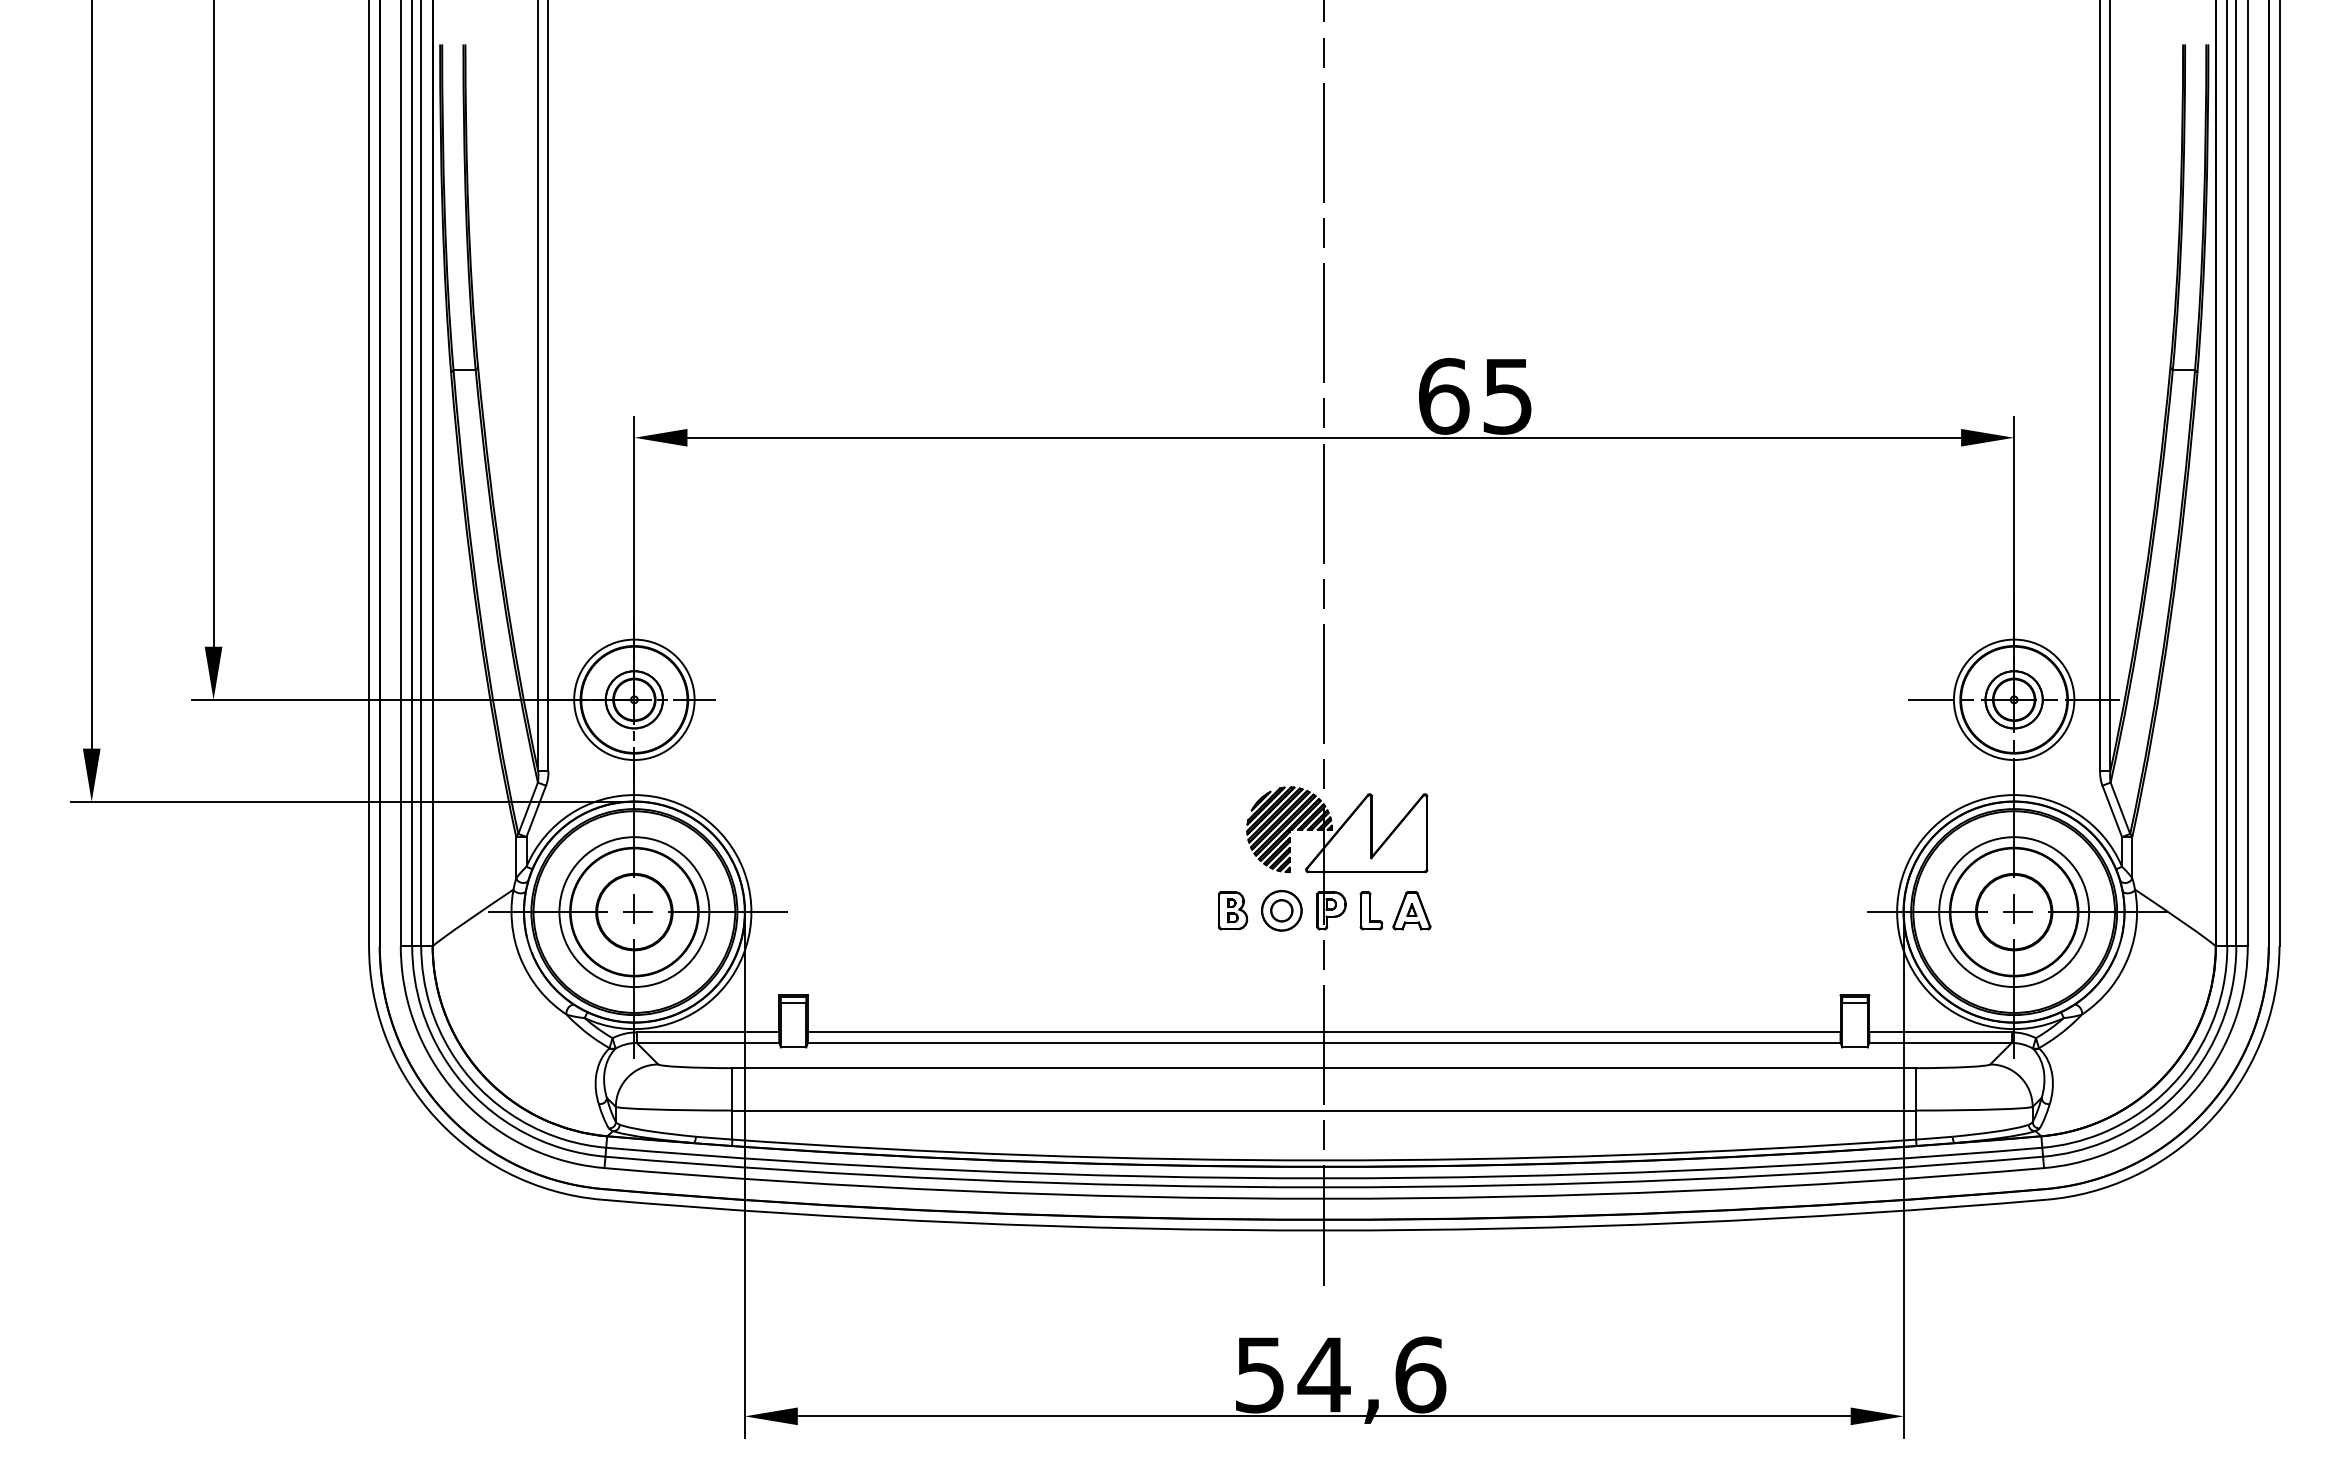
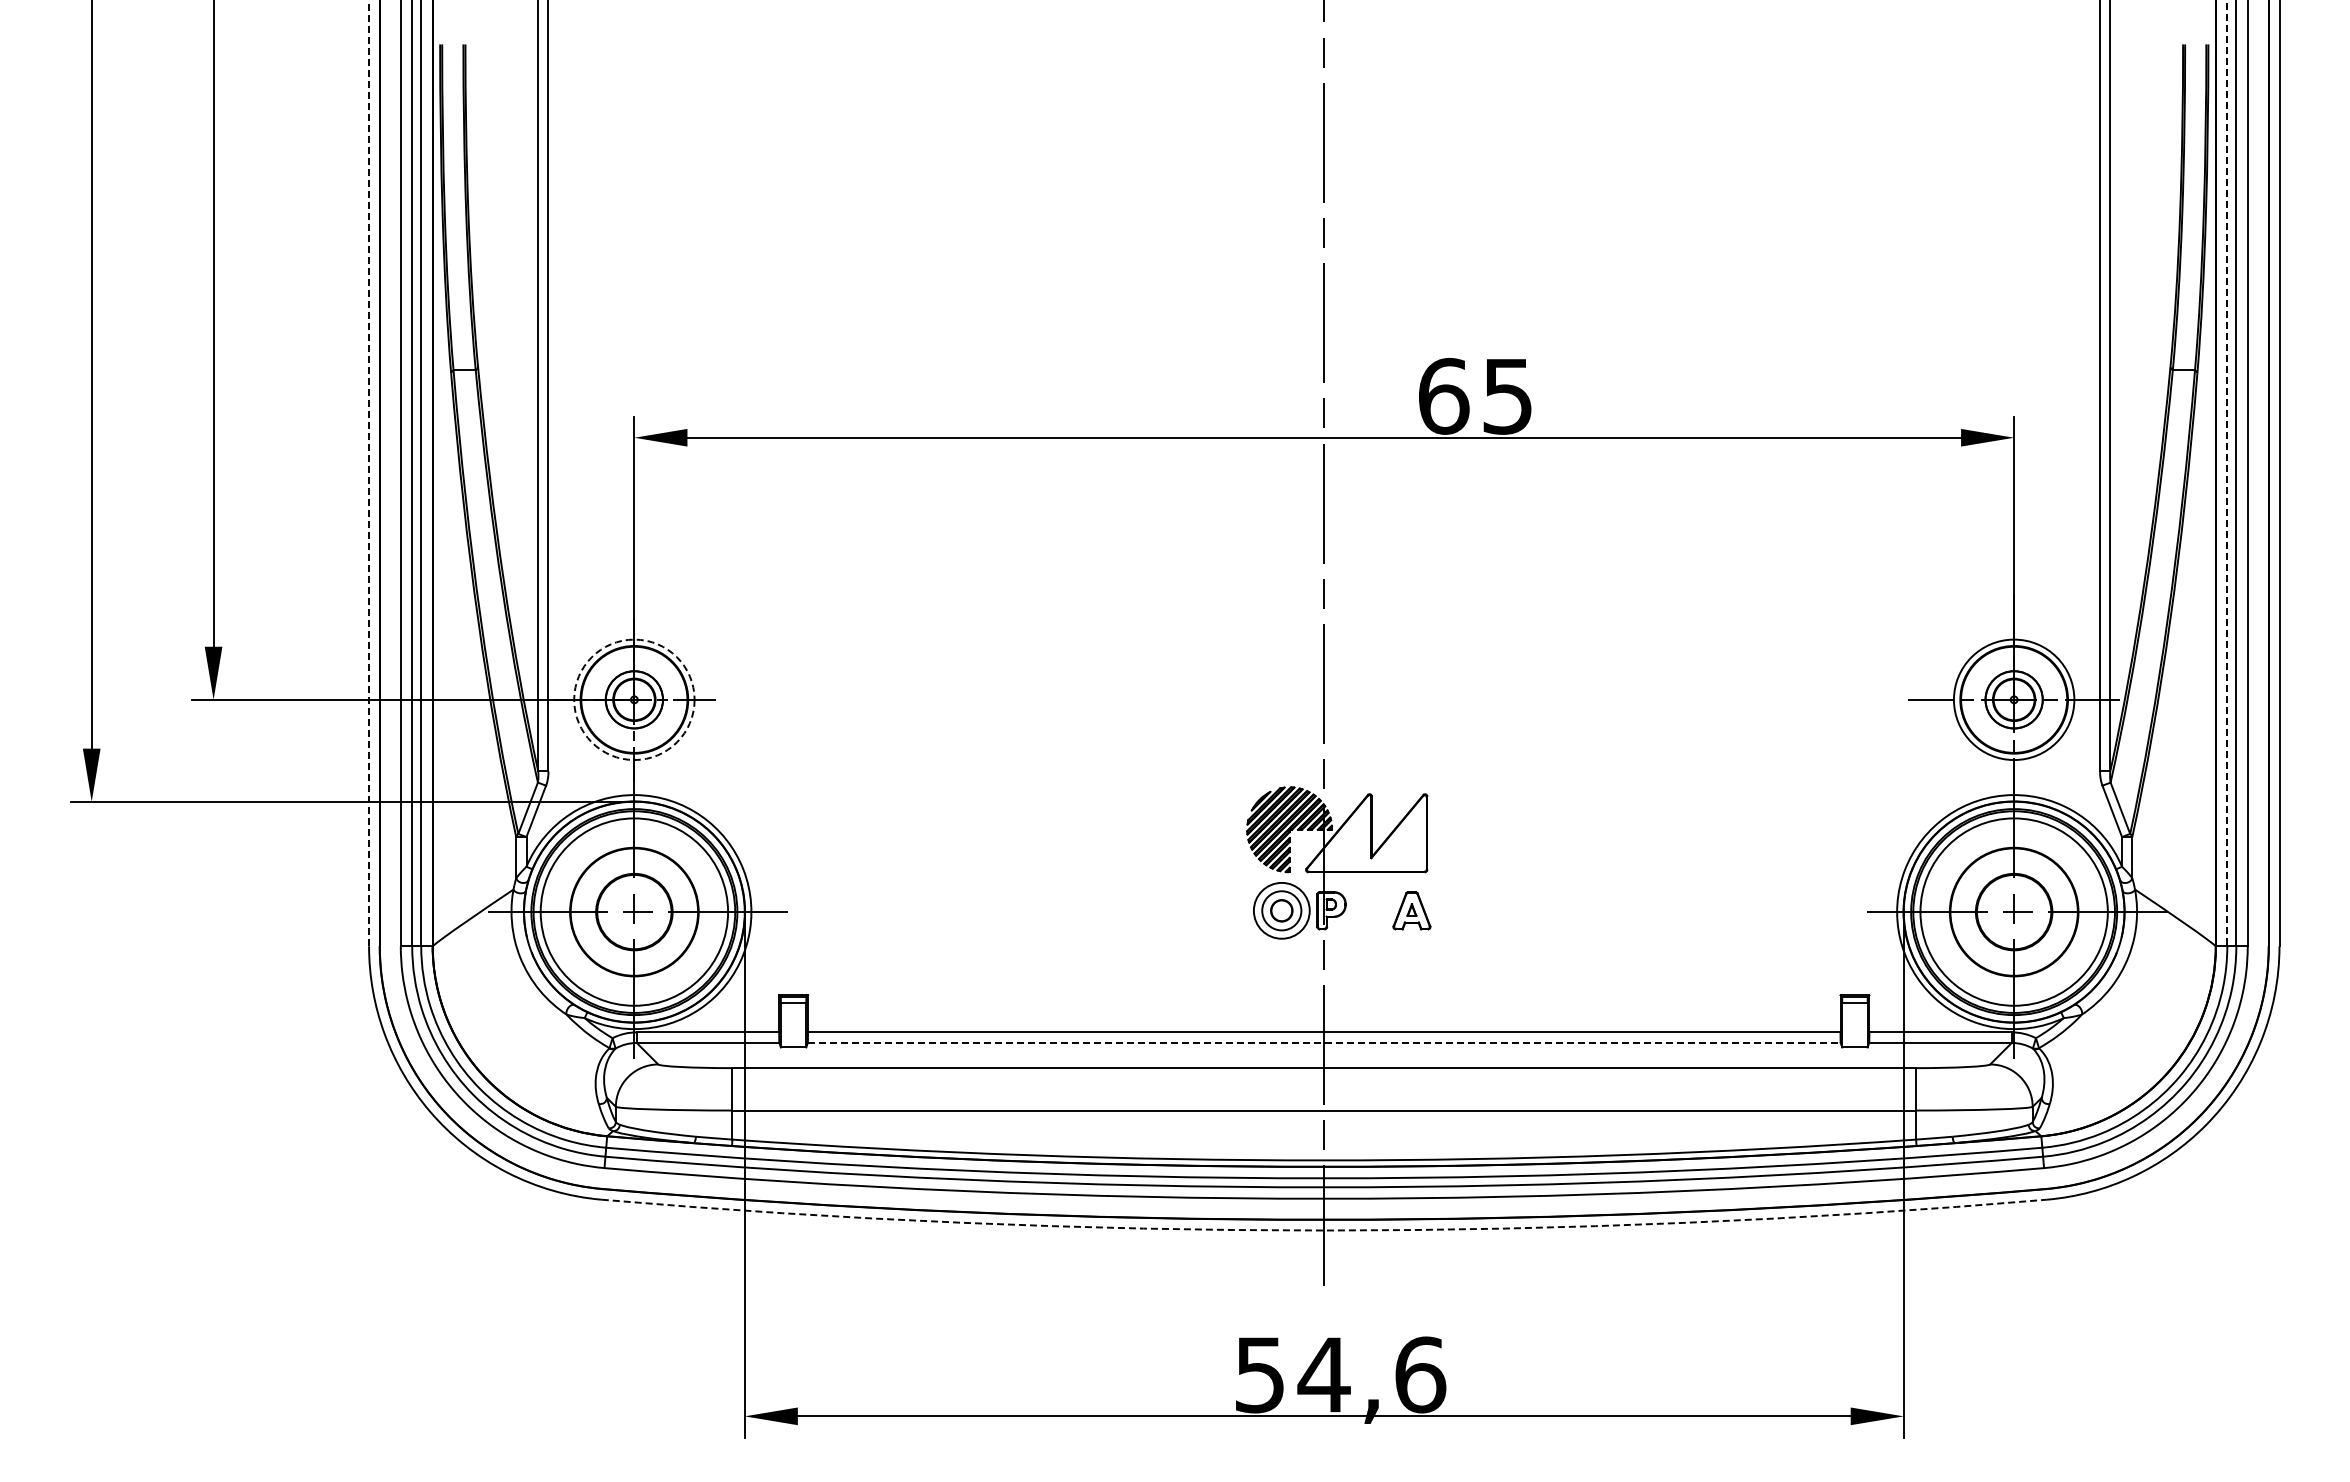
line at (369, 473): solid -> dashed
line at (2227, 473): solid -> dashed
circle at (634, 699): solid -> dashed
part at (1232, 910): present -> none
circle at (1281, 910) diameter: 40 px -> 56 px
part at (1371, 910): present -> none
circle at (634, 912) diameter: 150 px -> 187 px
circle at (2014, 912) diameter: 150 px -> 187 px
line at (1324, 1042): solid -> dashed
arc at (1324, 1230): solid -> dashed
